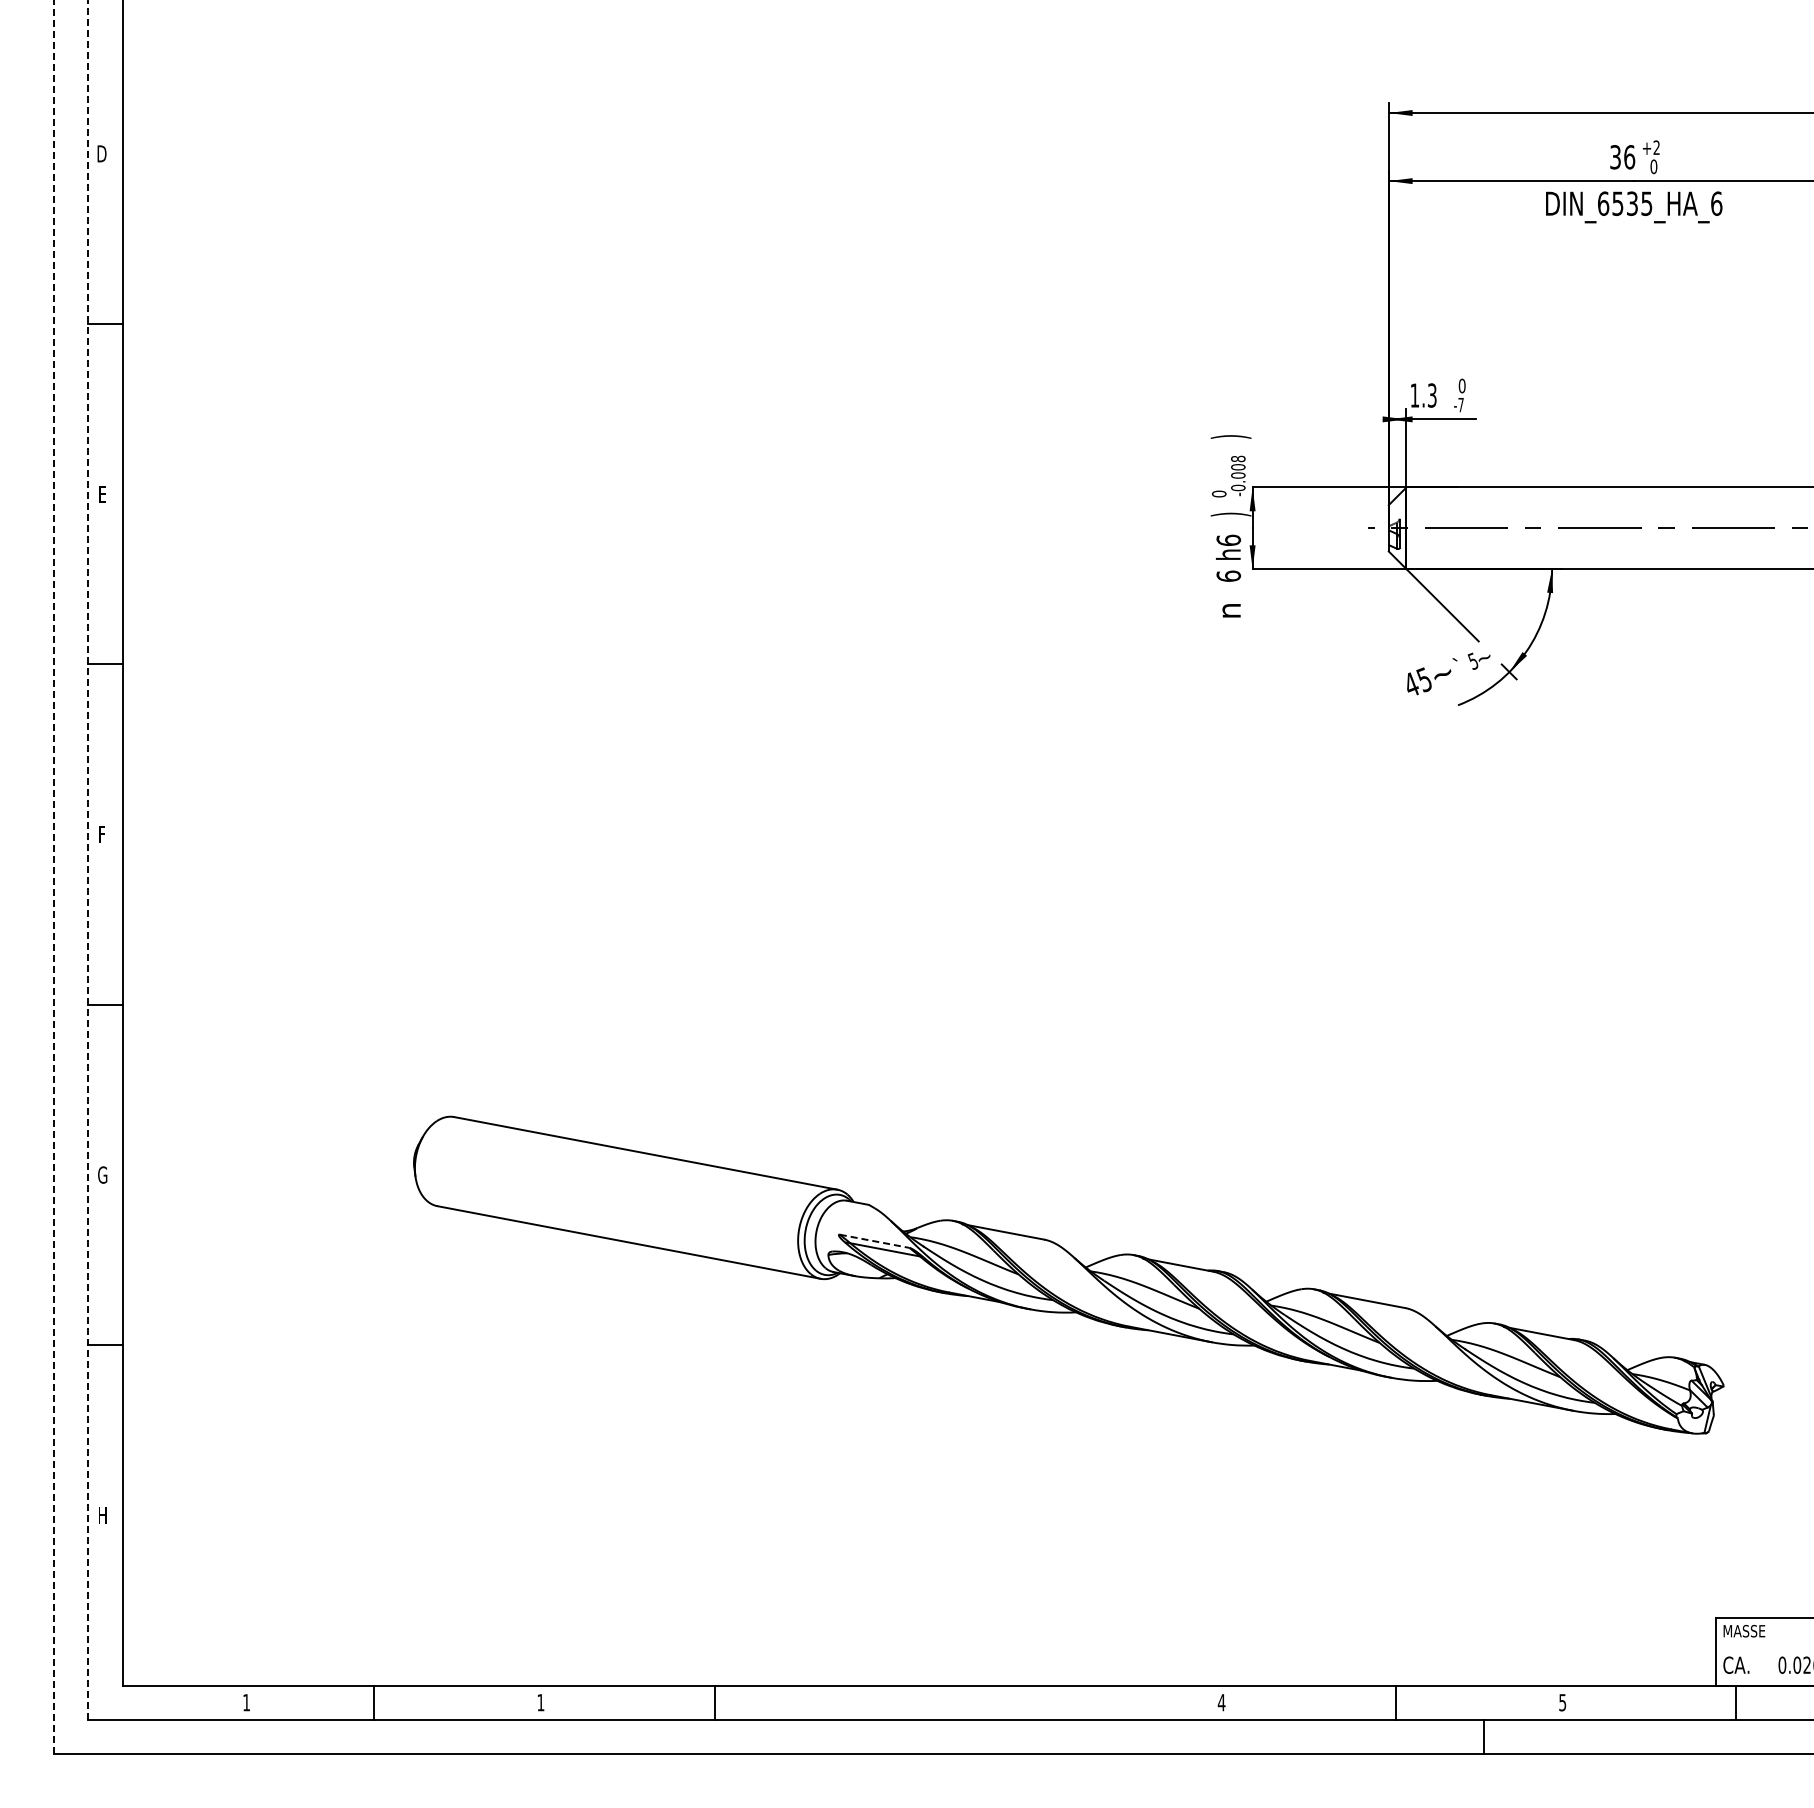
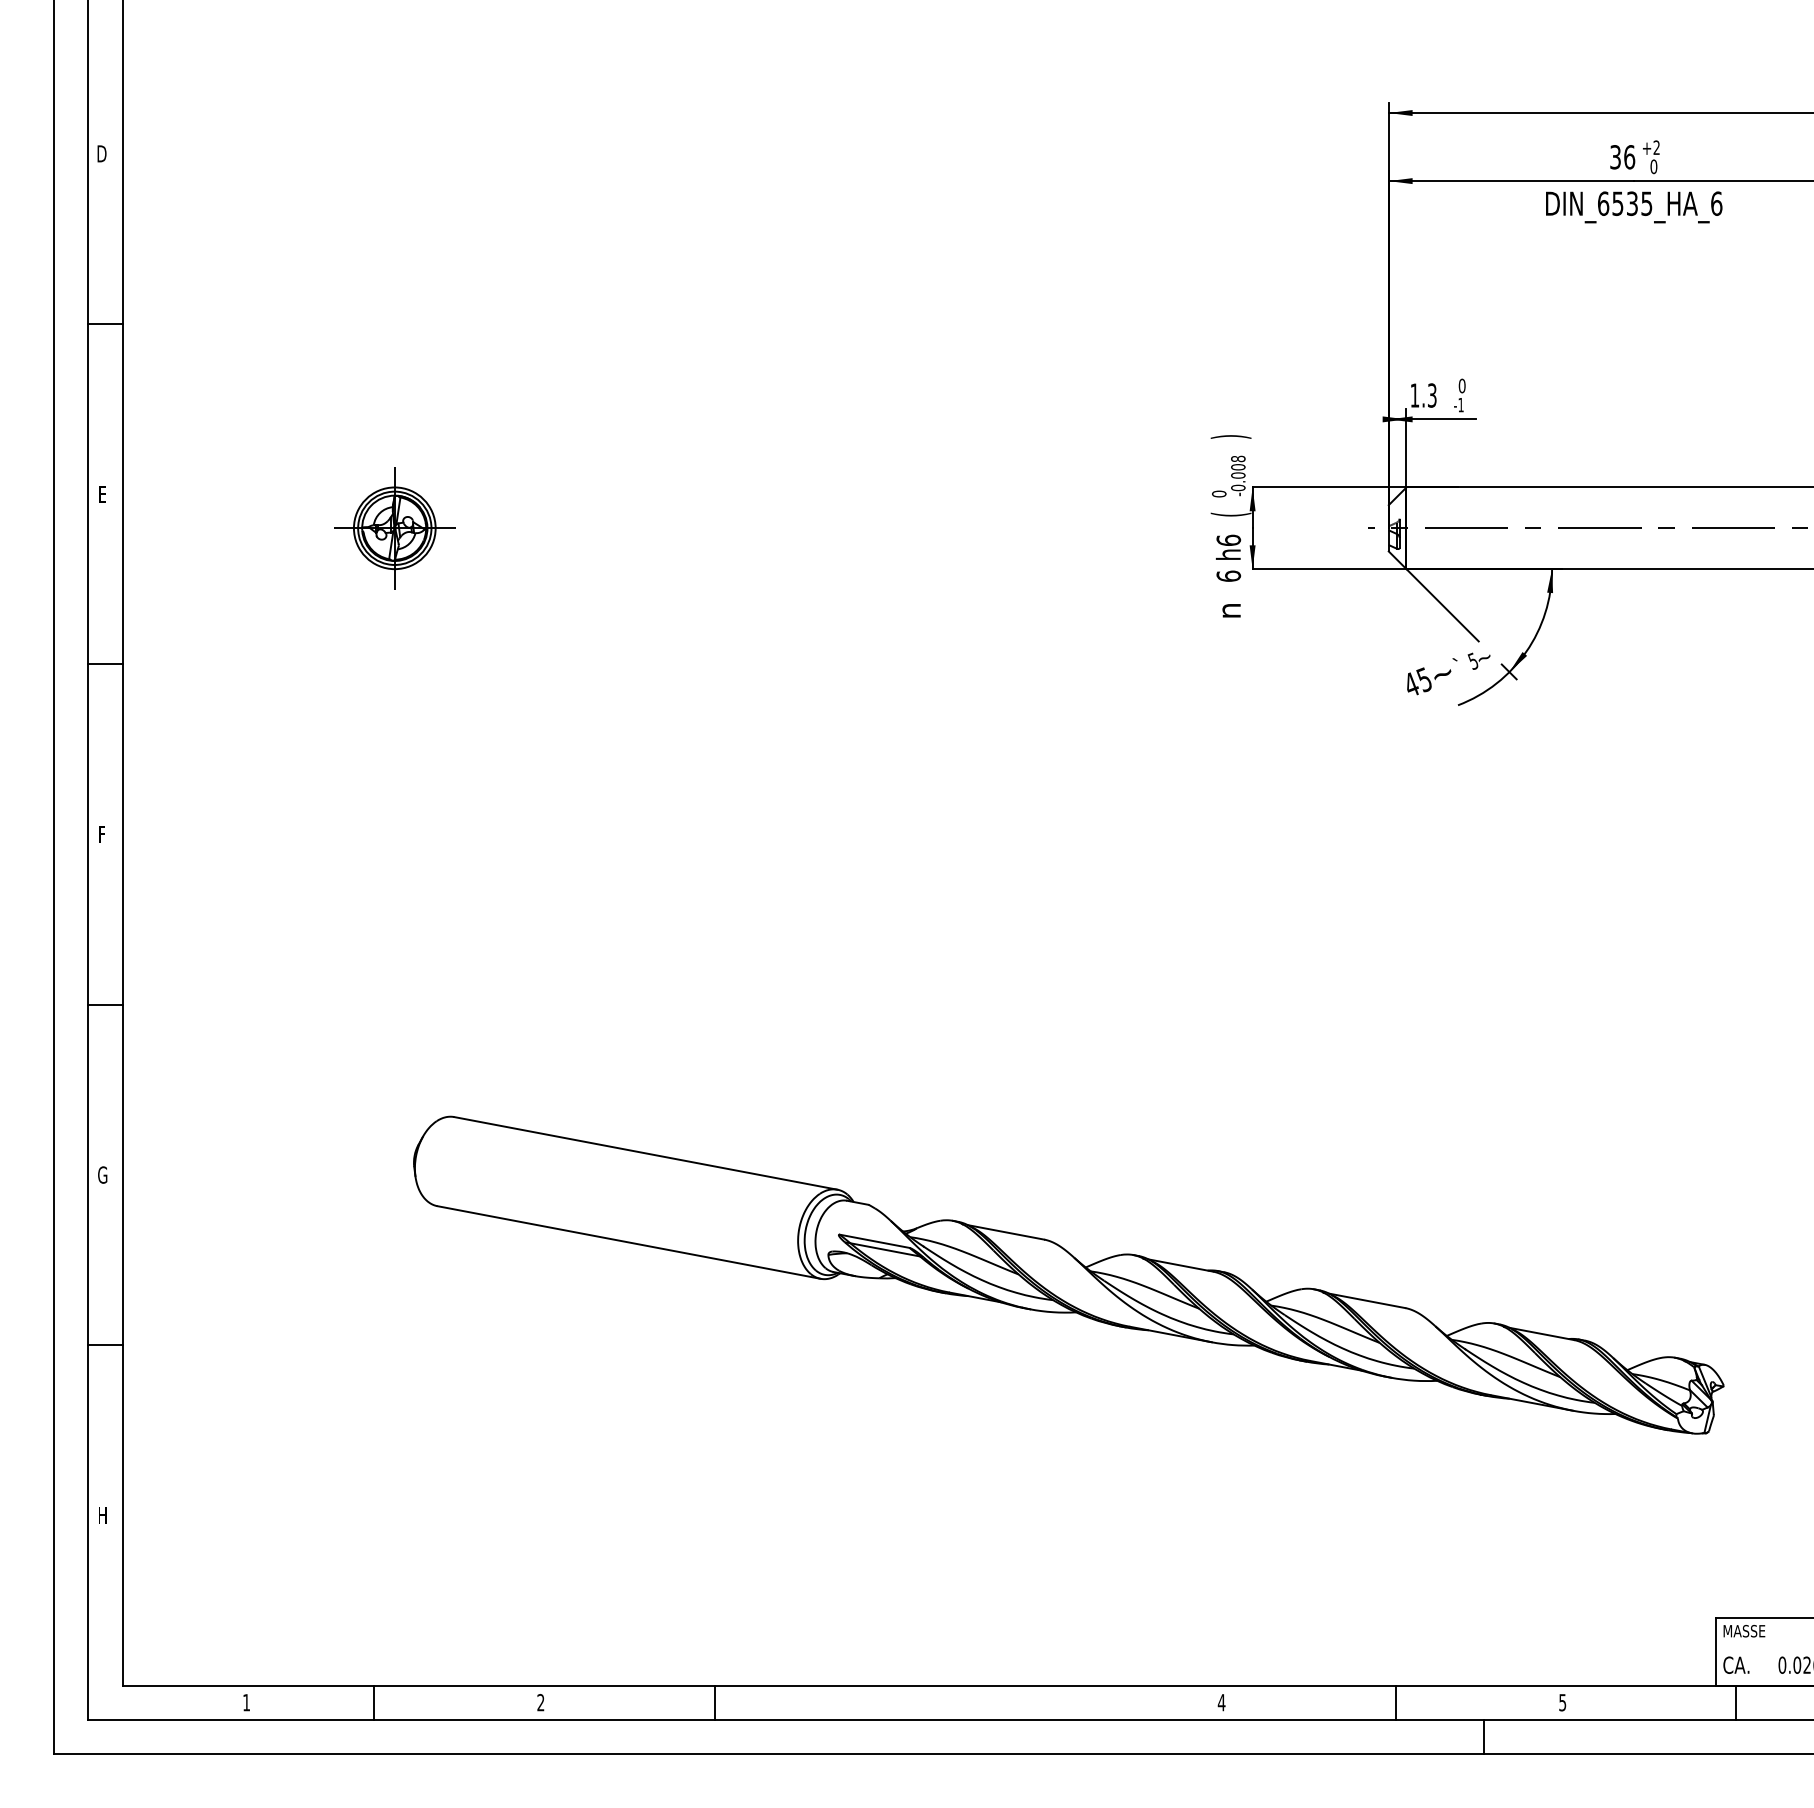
text at (1460, 405): -7 -> -1
text at (1230, 514): ) -> (
part at (394, 528): none -> present
line at (88, 859): dashed -> solid
line at (54, 876): dashed -> solid
line at (875, 1241): dashed -> solid
text at (540, 1702): 1 -> 2
